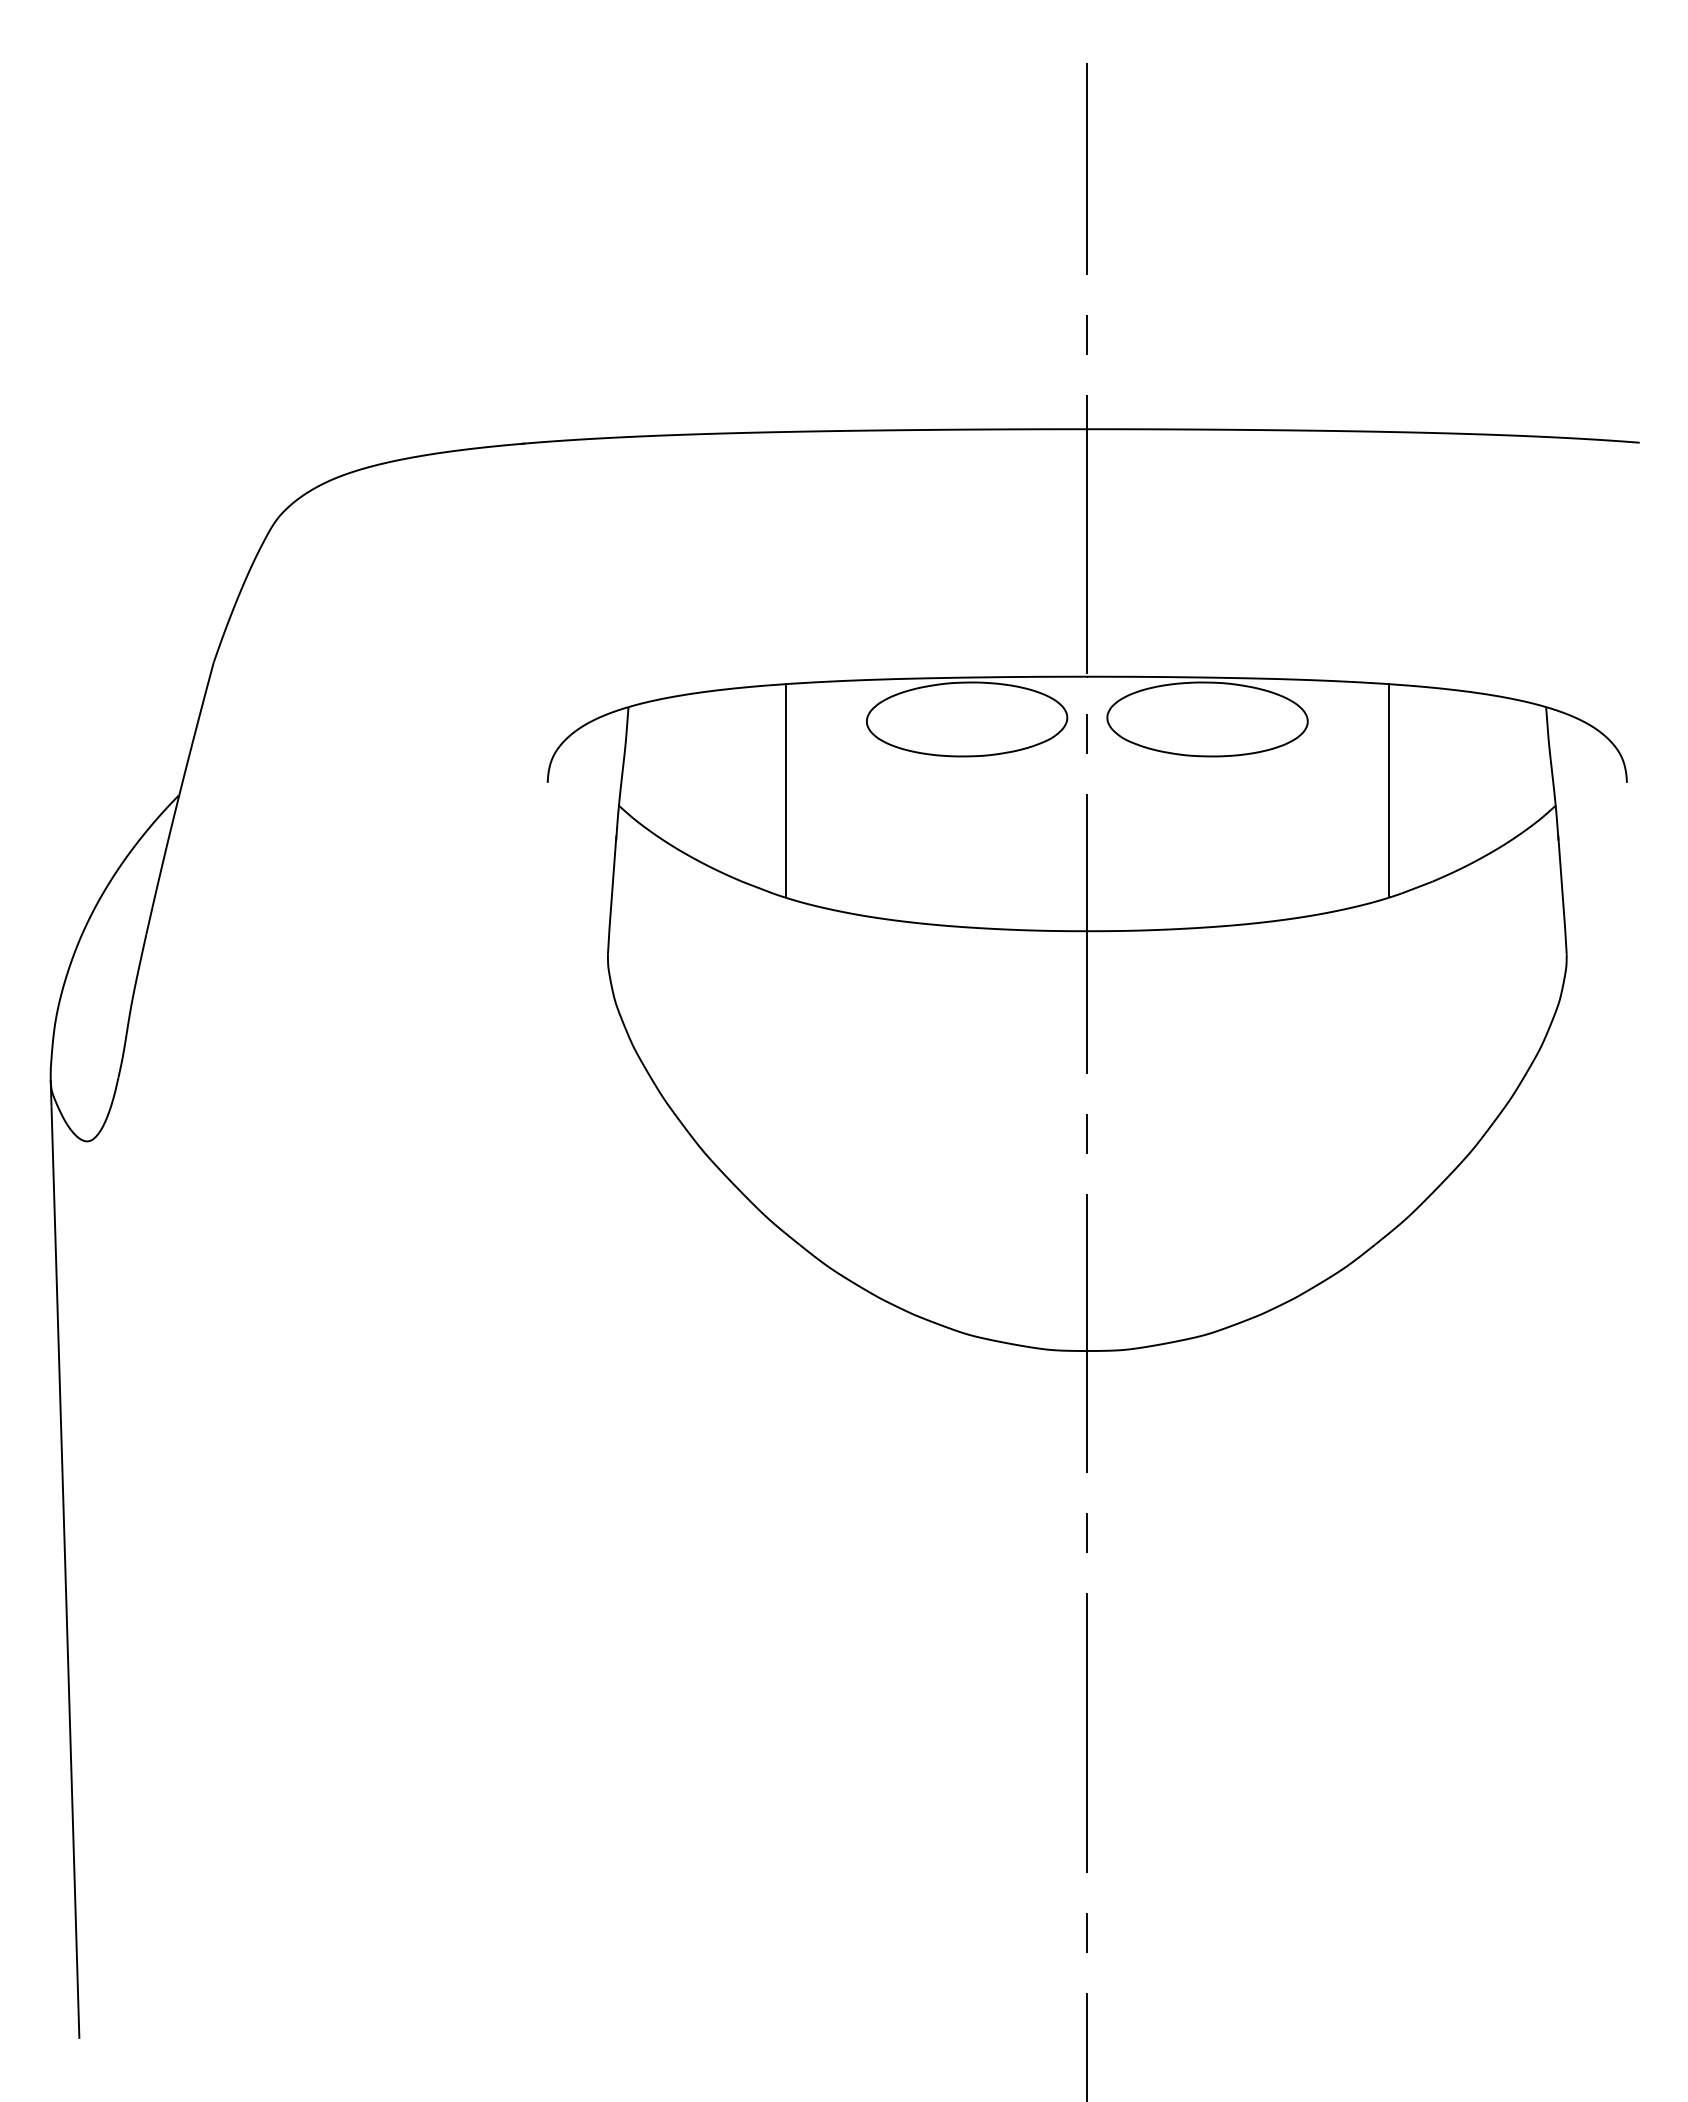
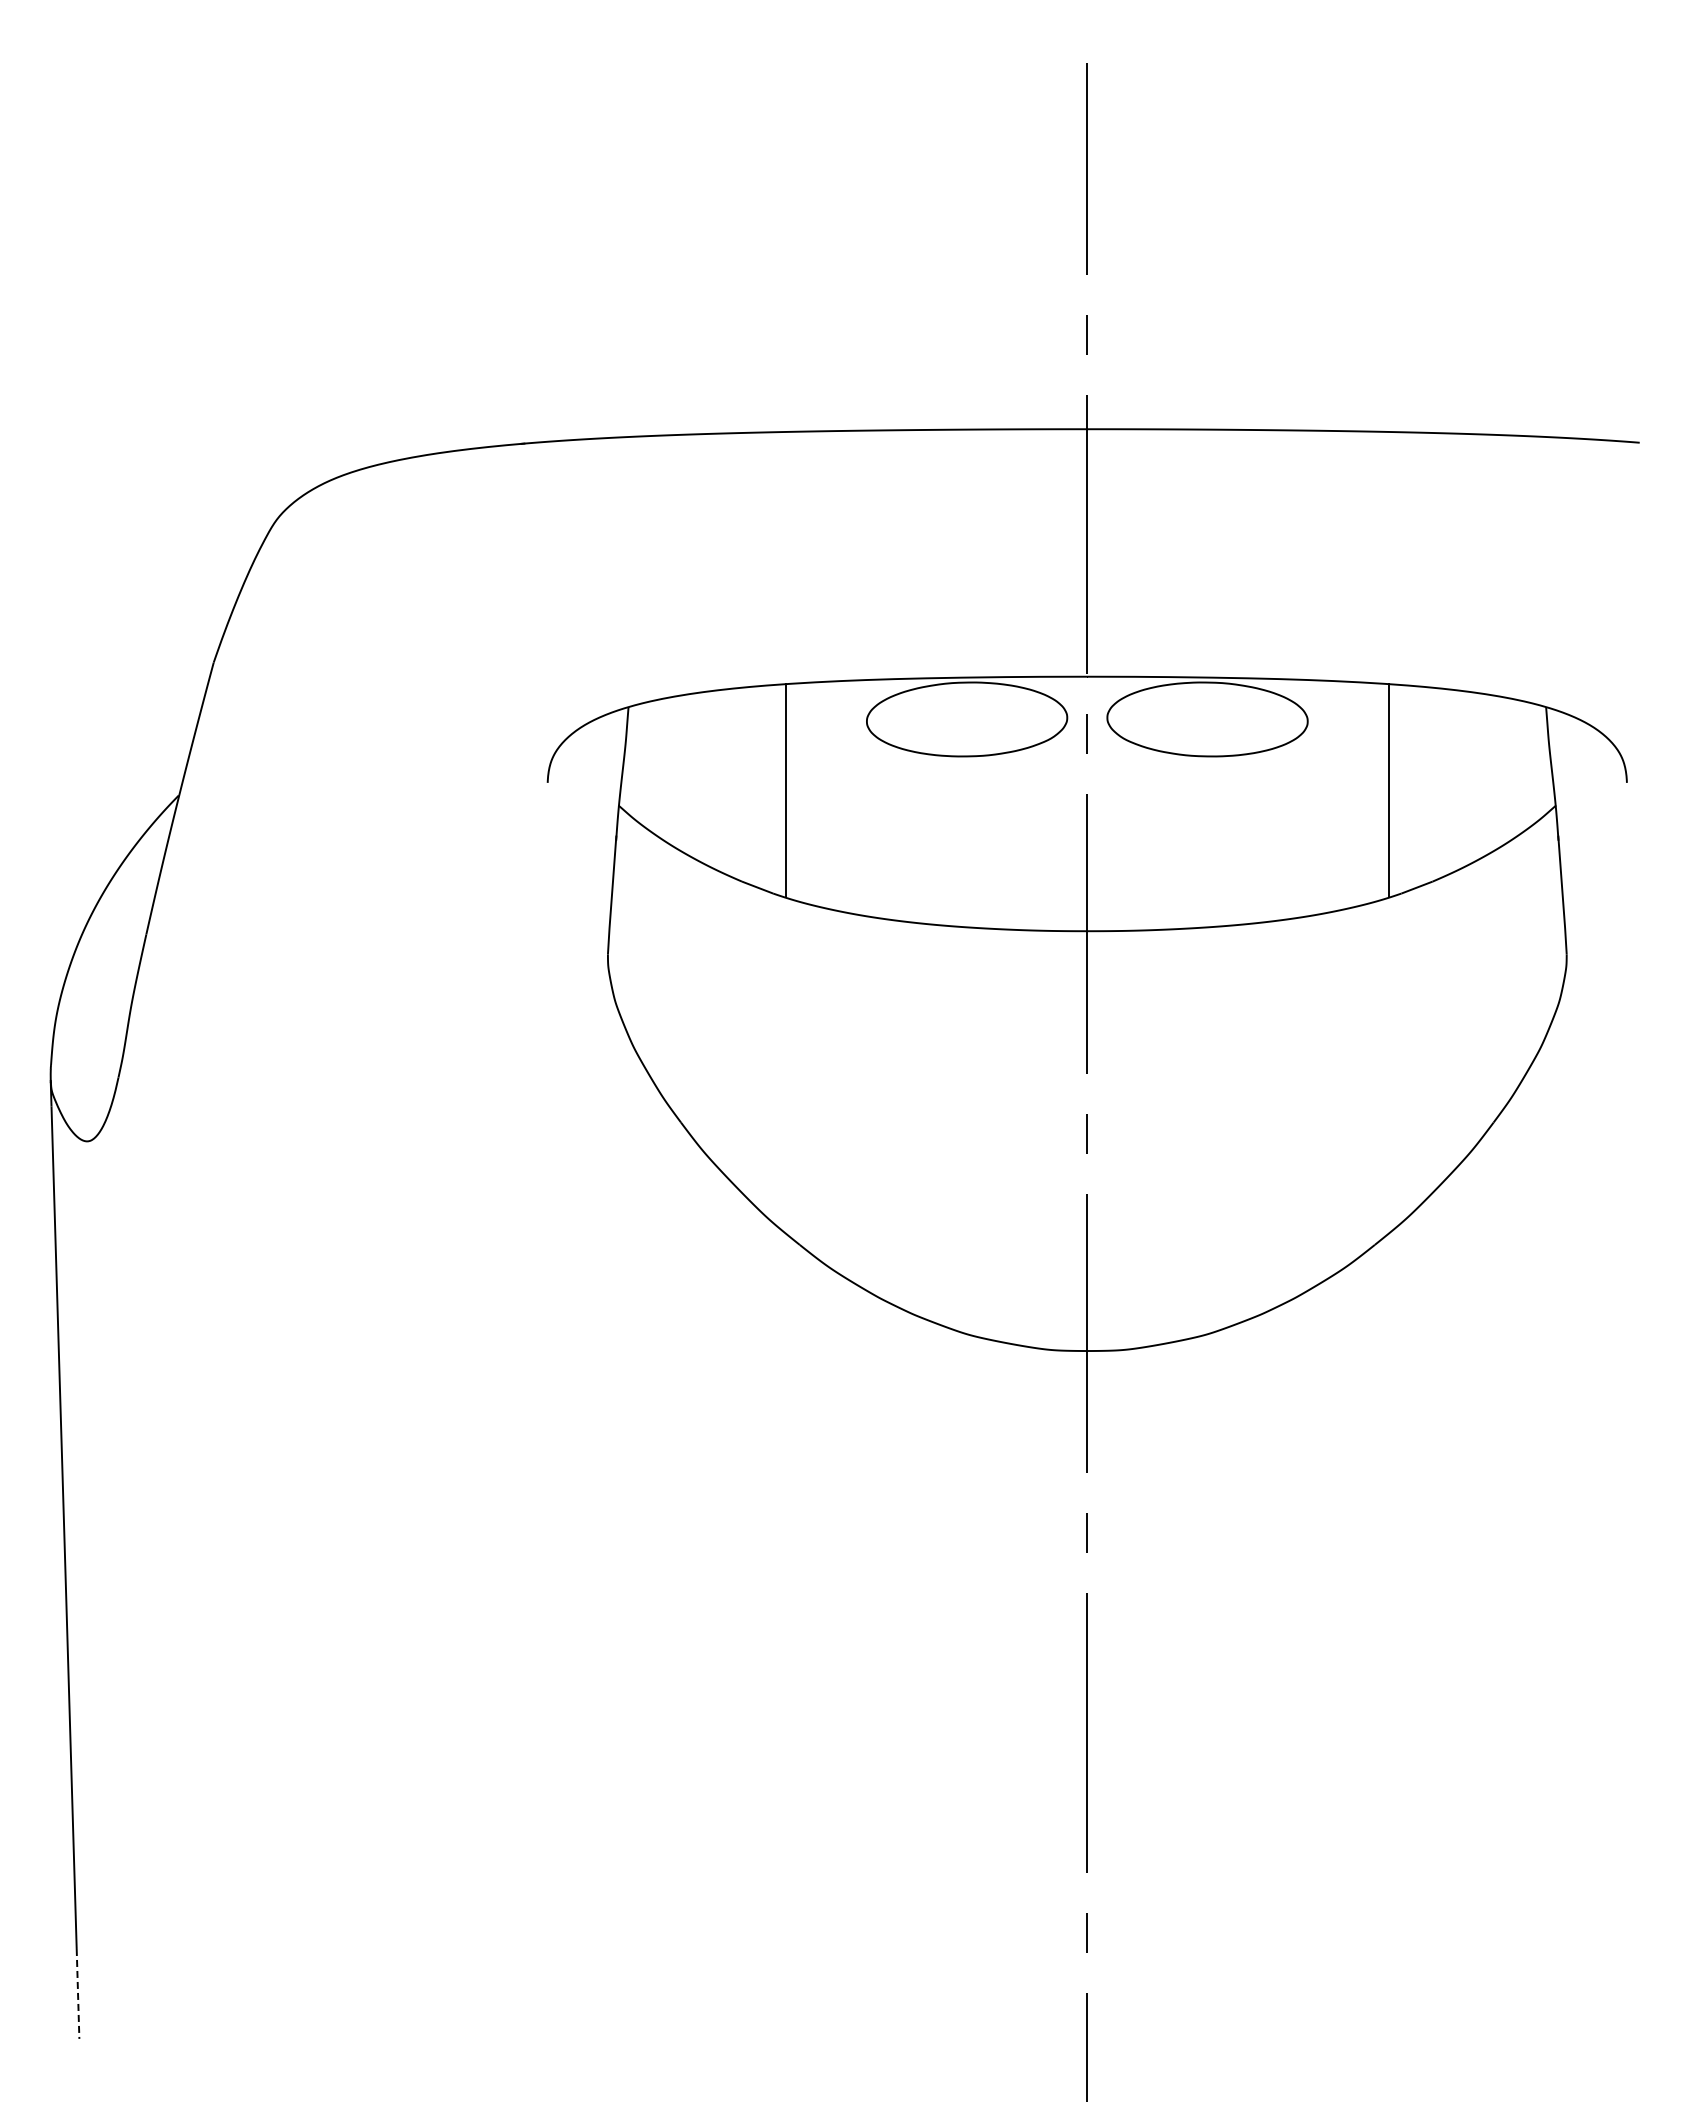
line at (78, 1993): solid -> dashed
